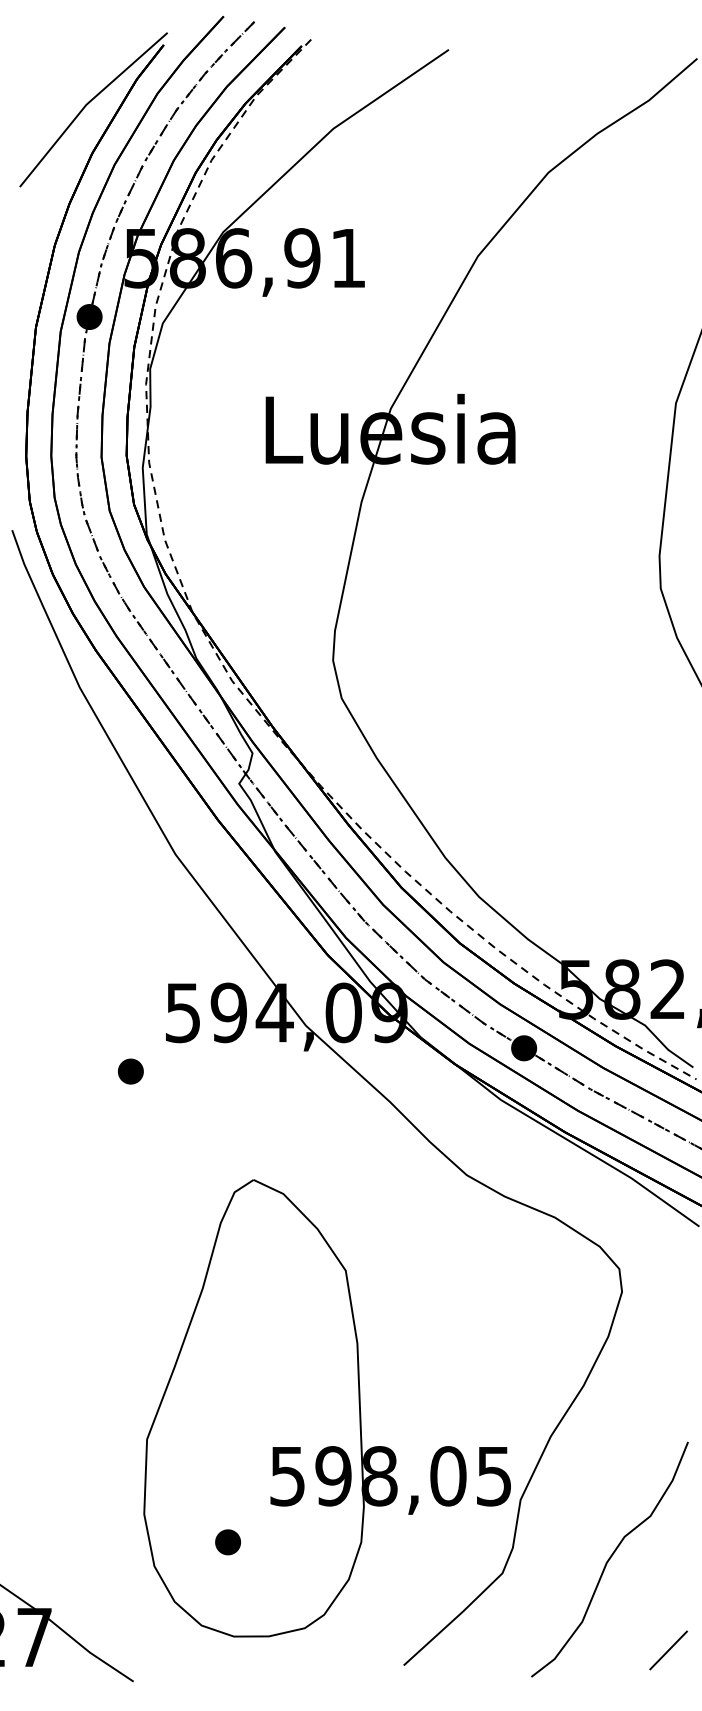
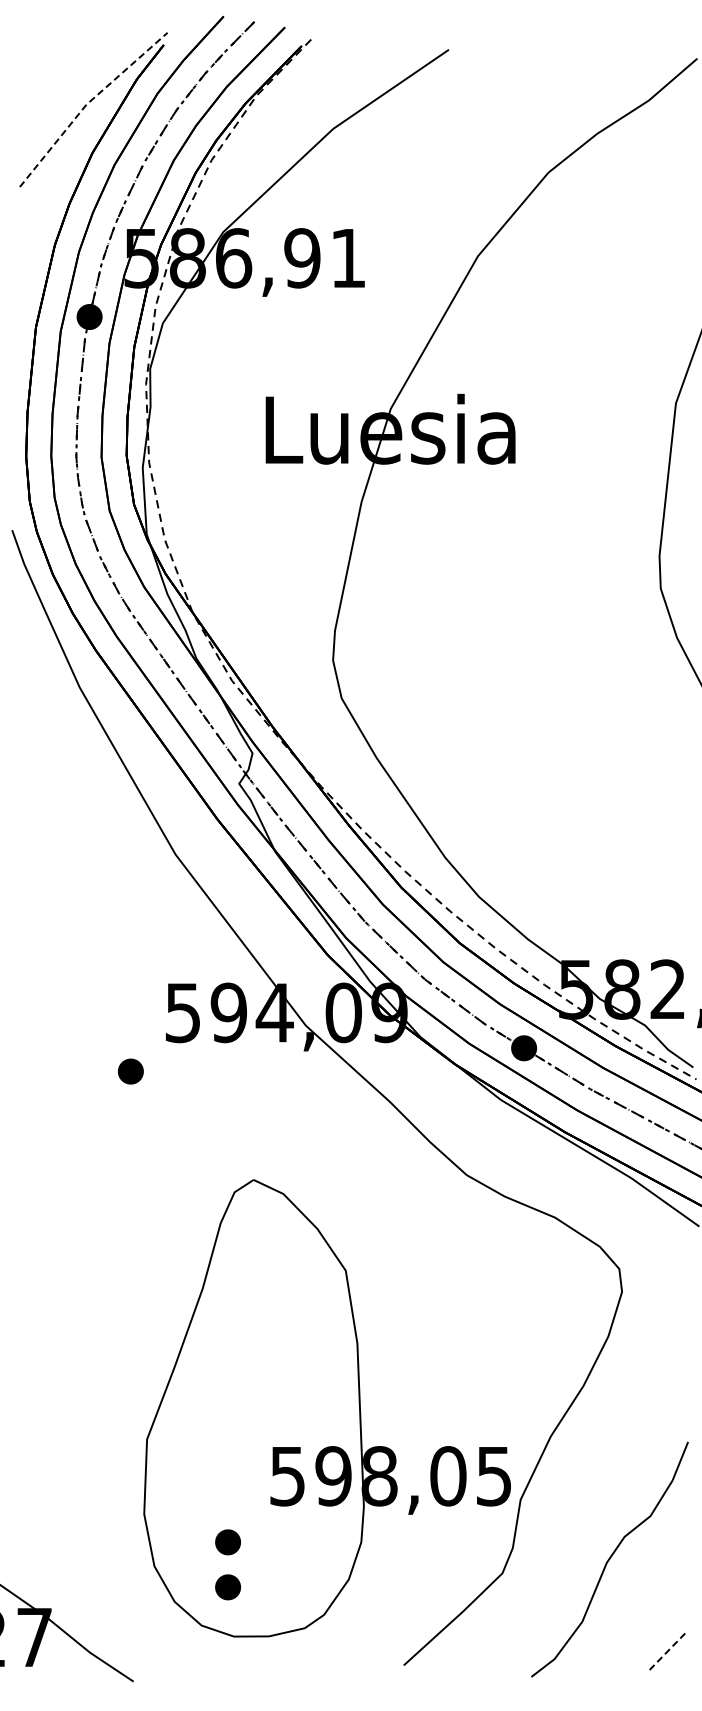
line at (87, 104): solid -> dashed
part at (227, 1587): none -> present
line at (668, 1650): solid -> dashed
